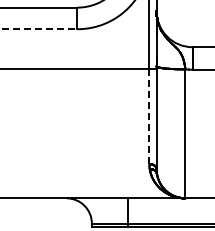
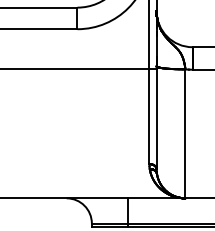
line at (39, 29): dashed -> solid
line at (149, 116): dashed -> solid
